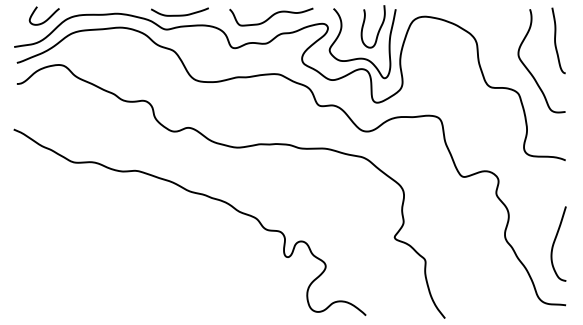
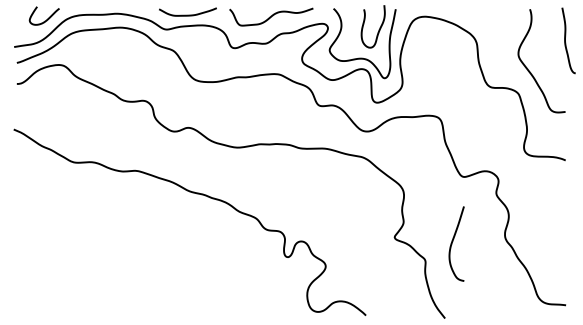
curve at (179, 14) position: (179, 14) -> (187, 14)
curve at (555, 40) position: (555, 40) -> (565, 40)
curve at (555, 241) position: (555, 241) -> (453, 241)
